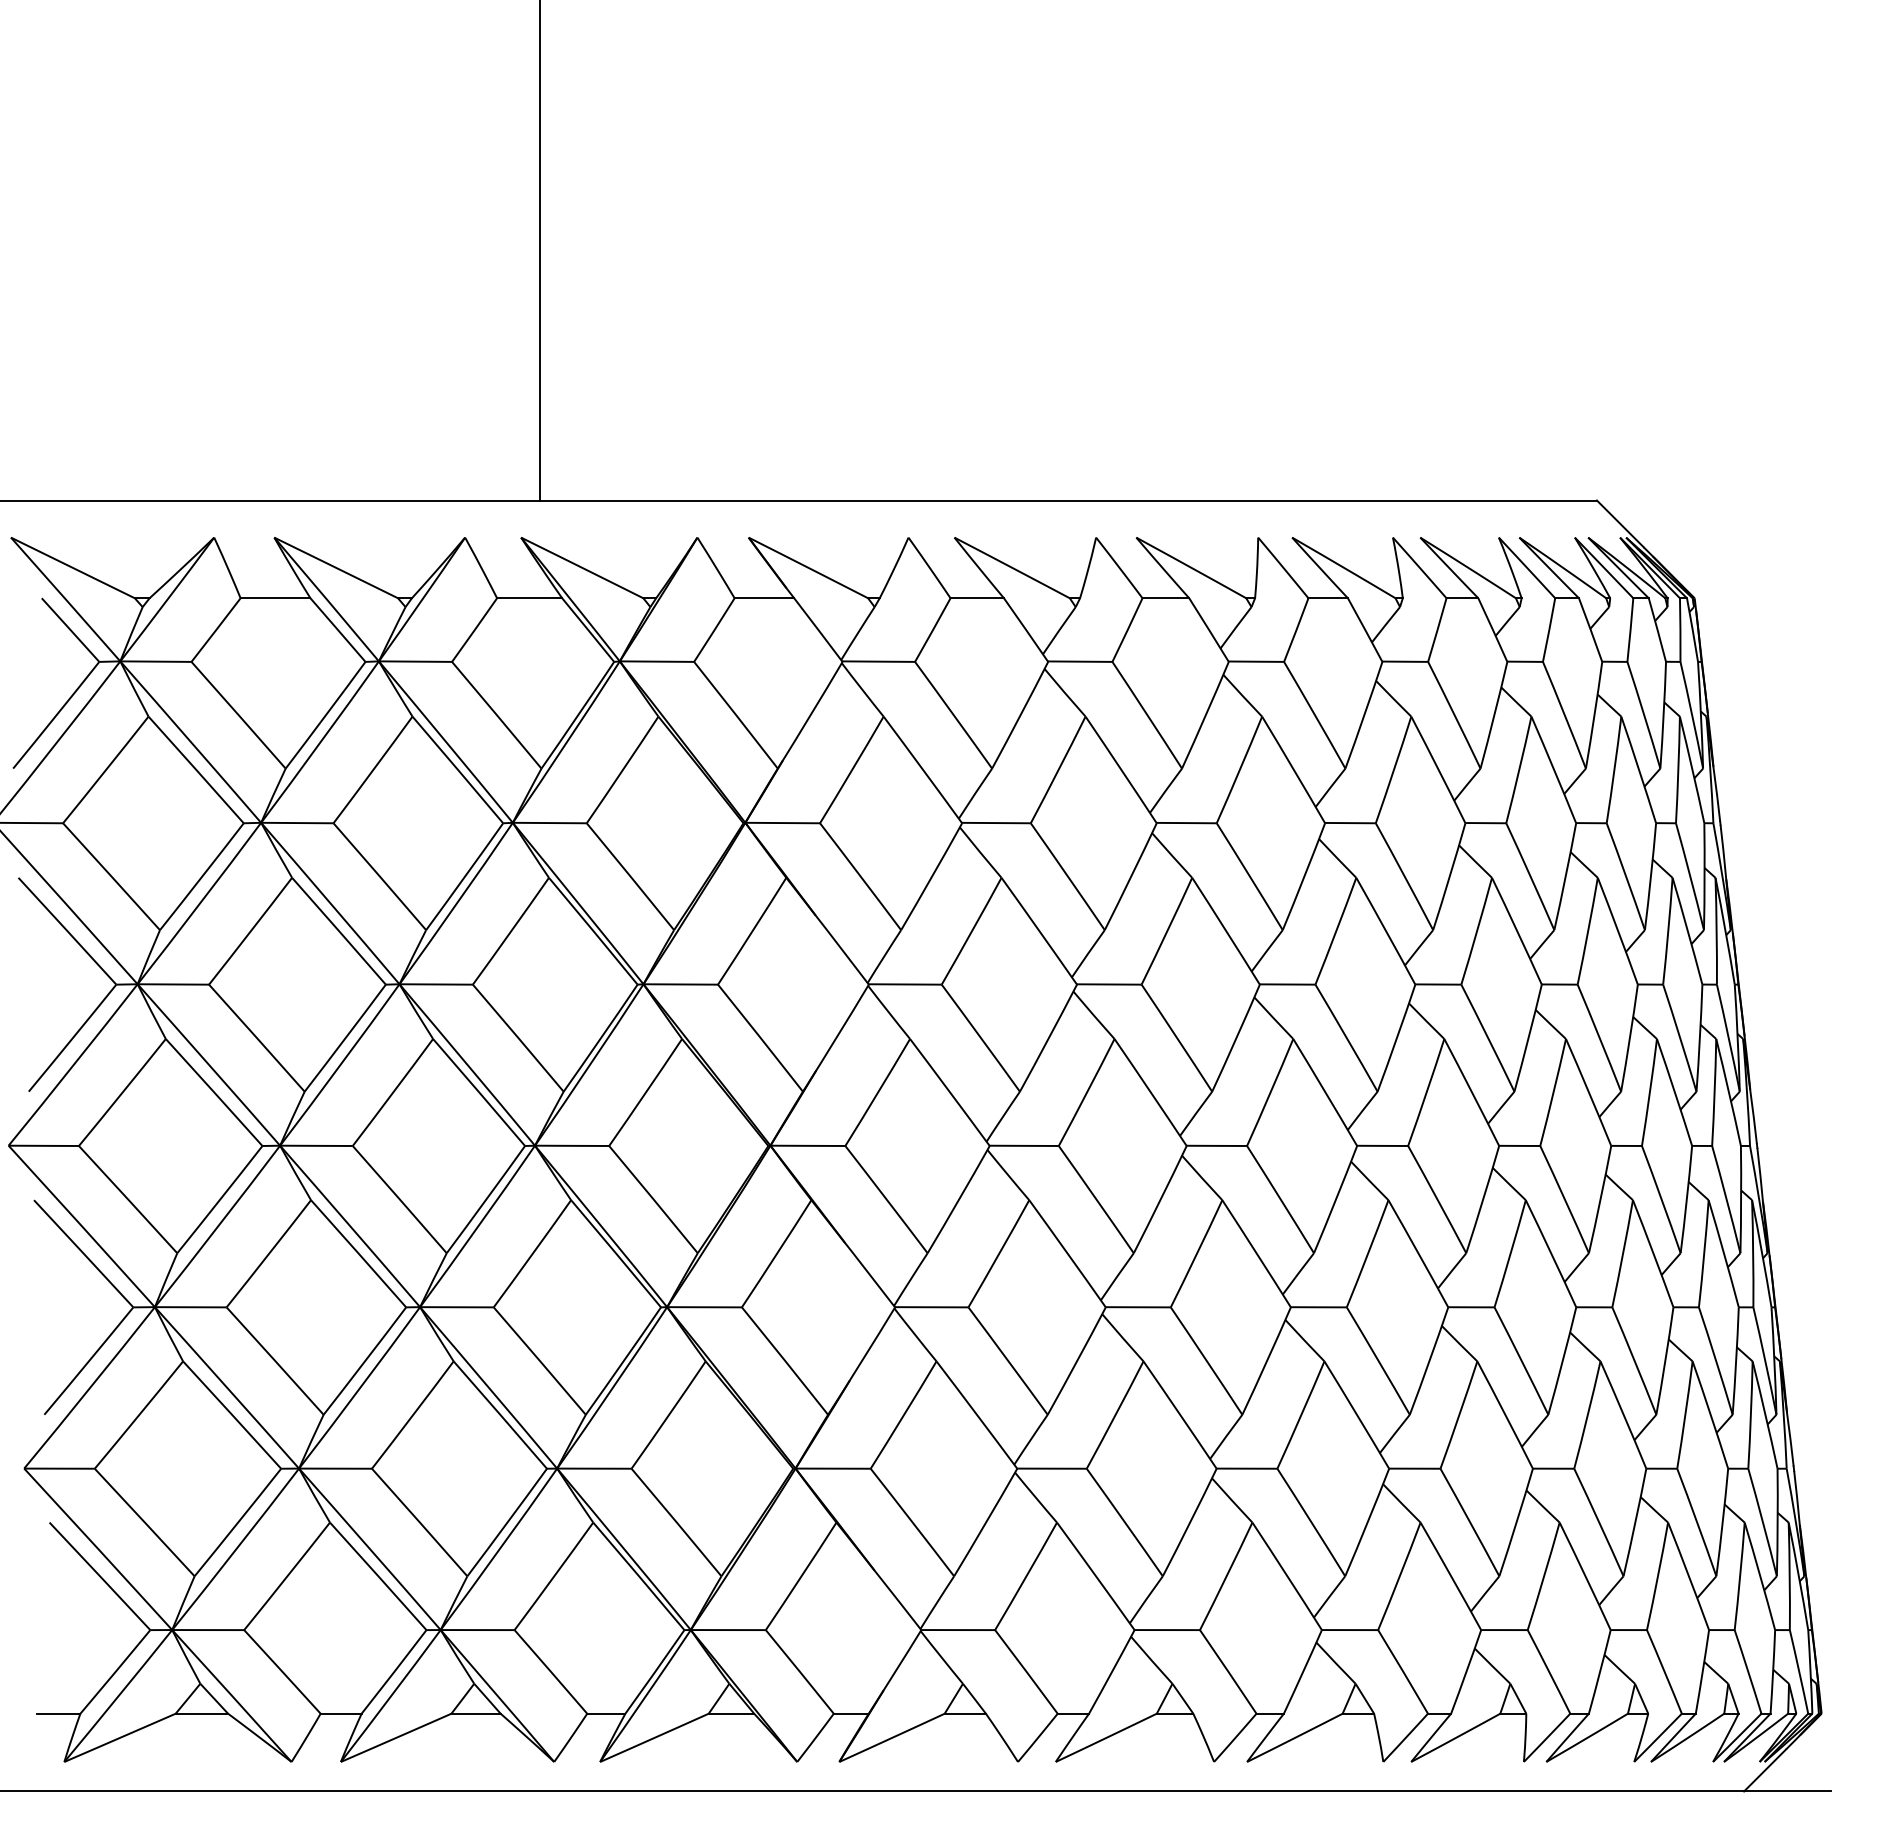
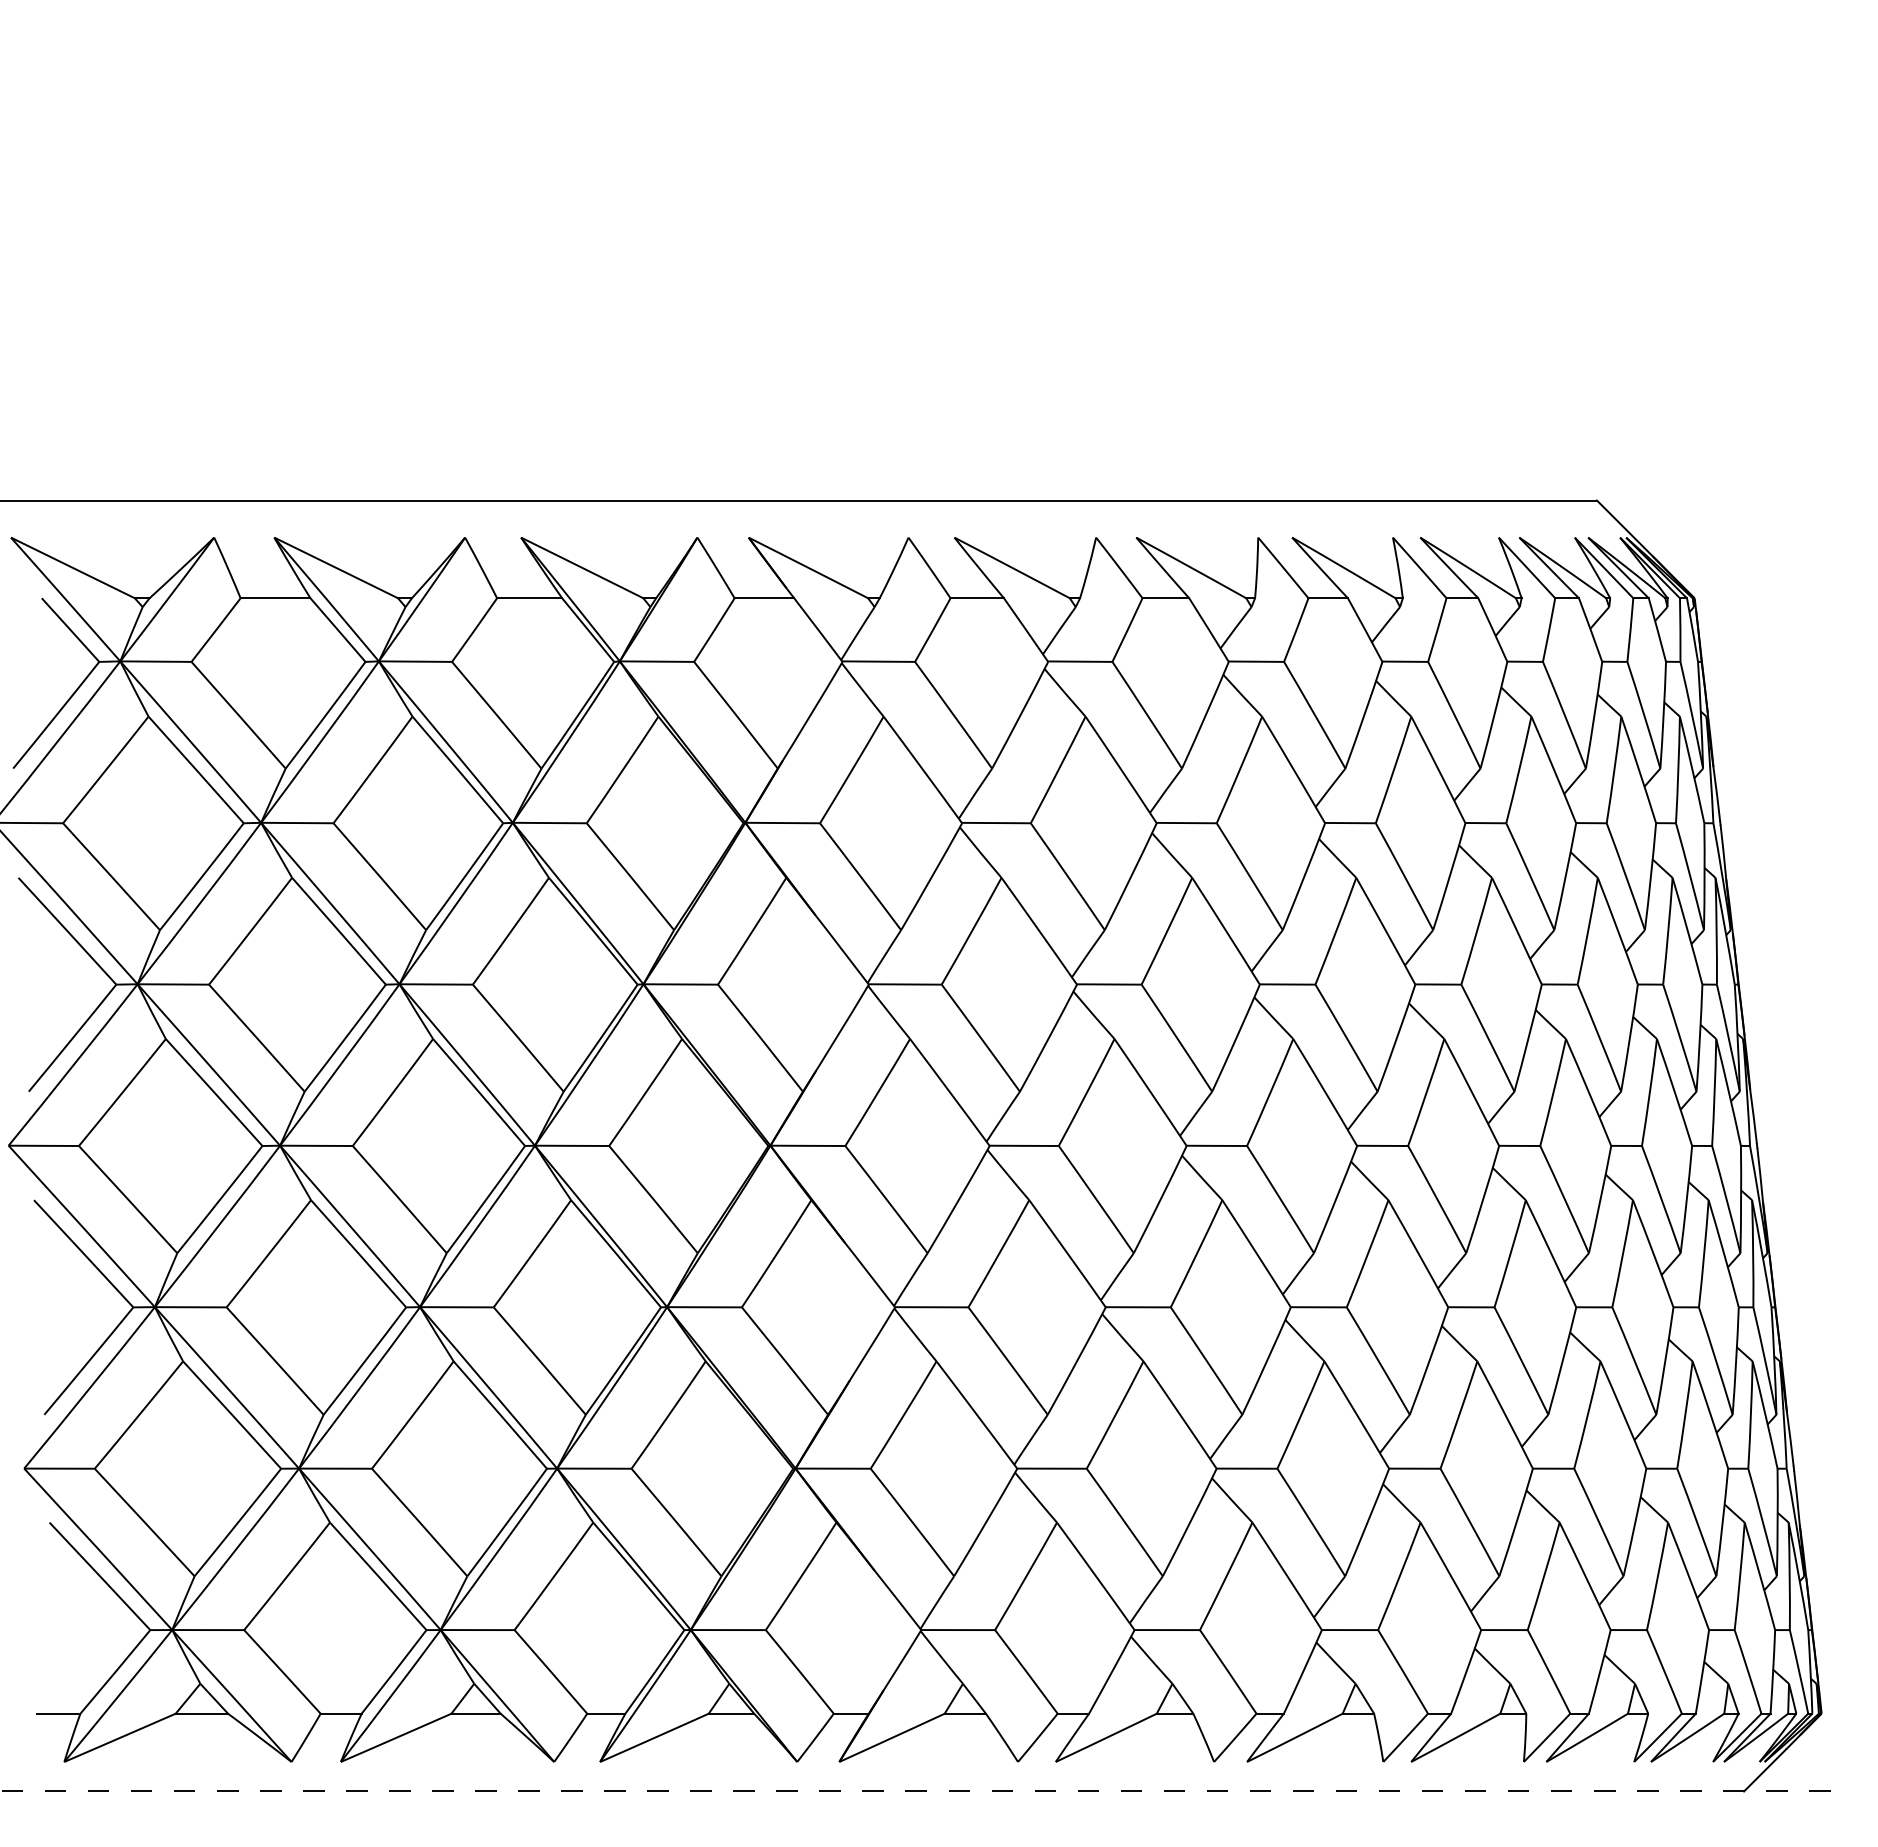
line at (539, 251): present -> none
line at (915, 1791): solid -> dashed
